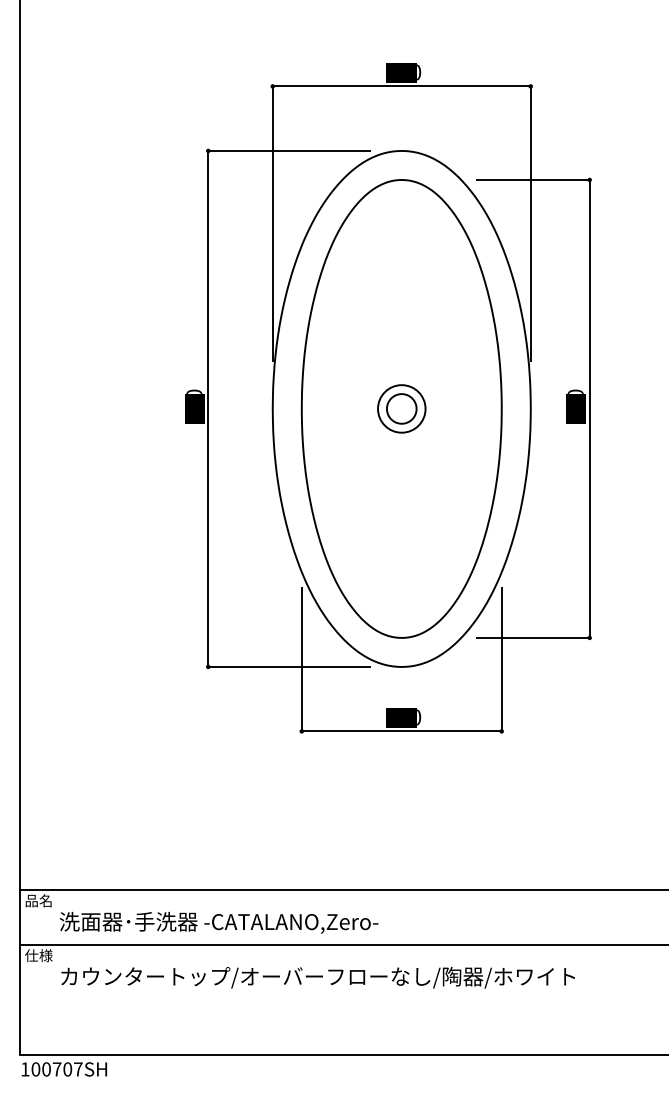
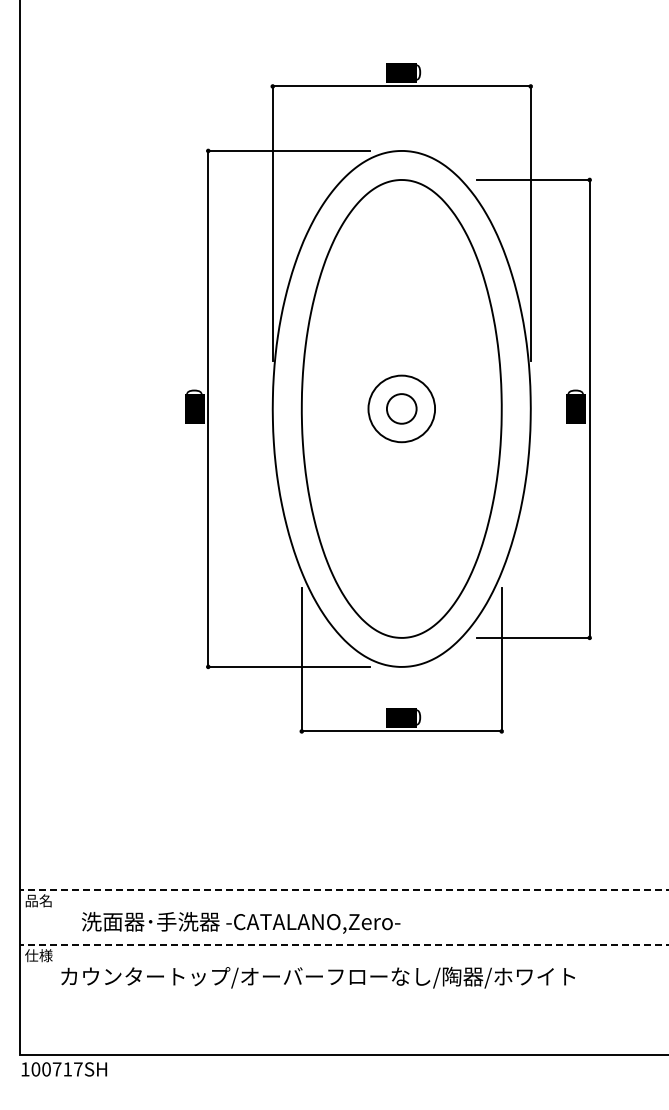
circle at (401, 408) diameter: 48 px -> 67 px
line at (343, 890): solid -> dashed
text at (219, 922) position: (219, 922) -> (241, 922)
line at (343, 945): solid -> dashed
text at (67, 1069): 100707SH -> 100717SH
